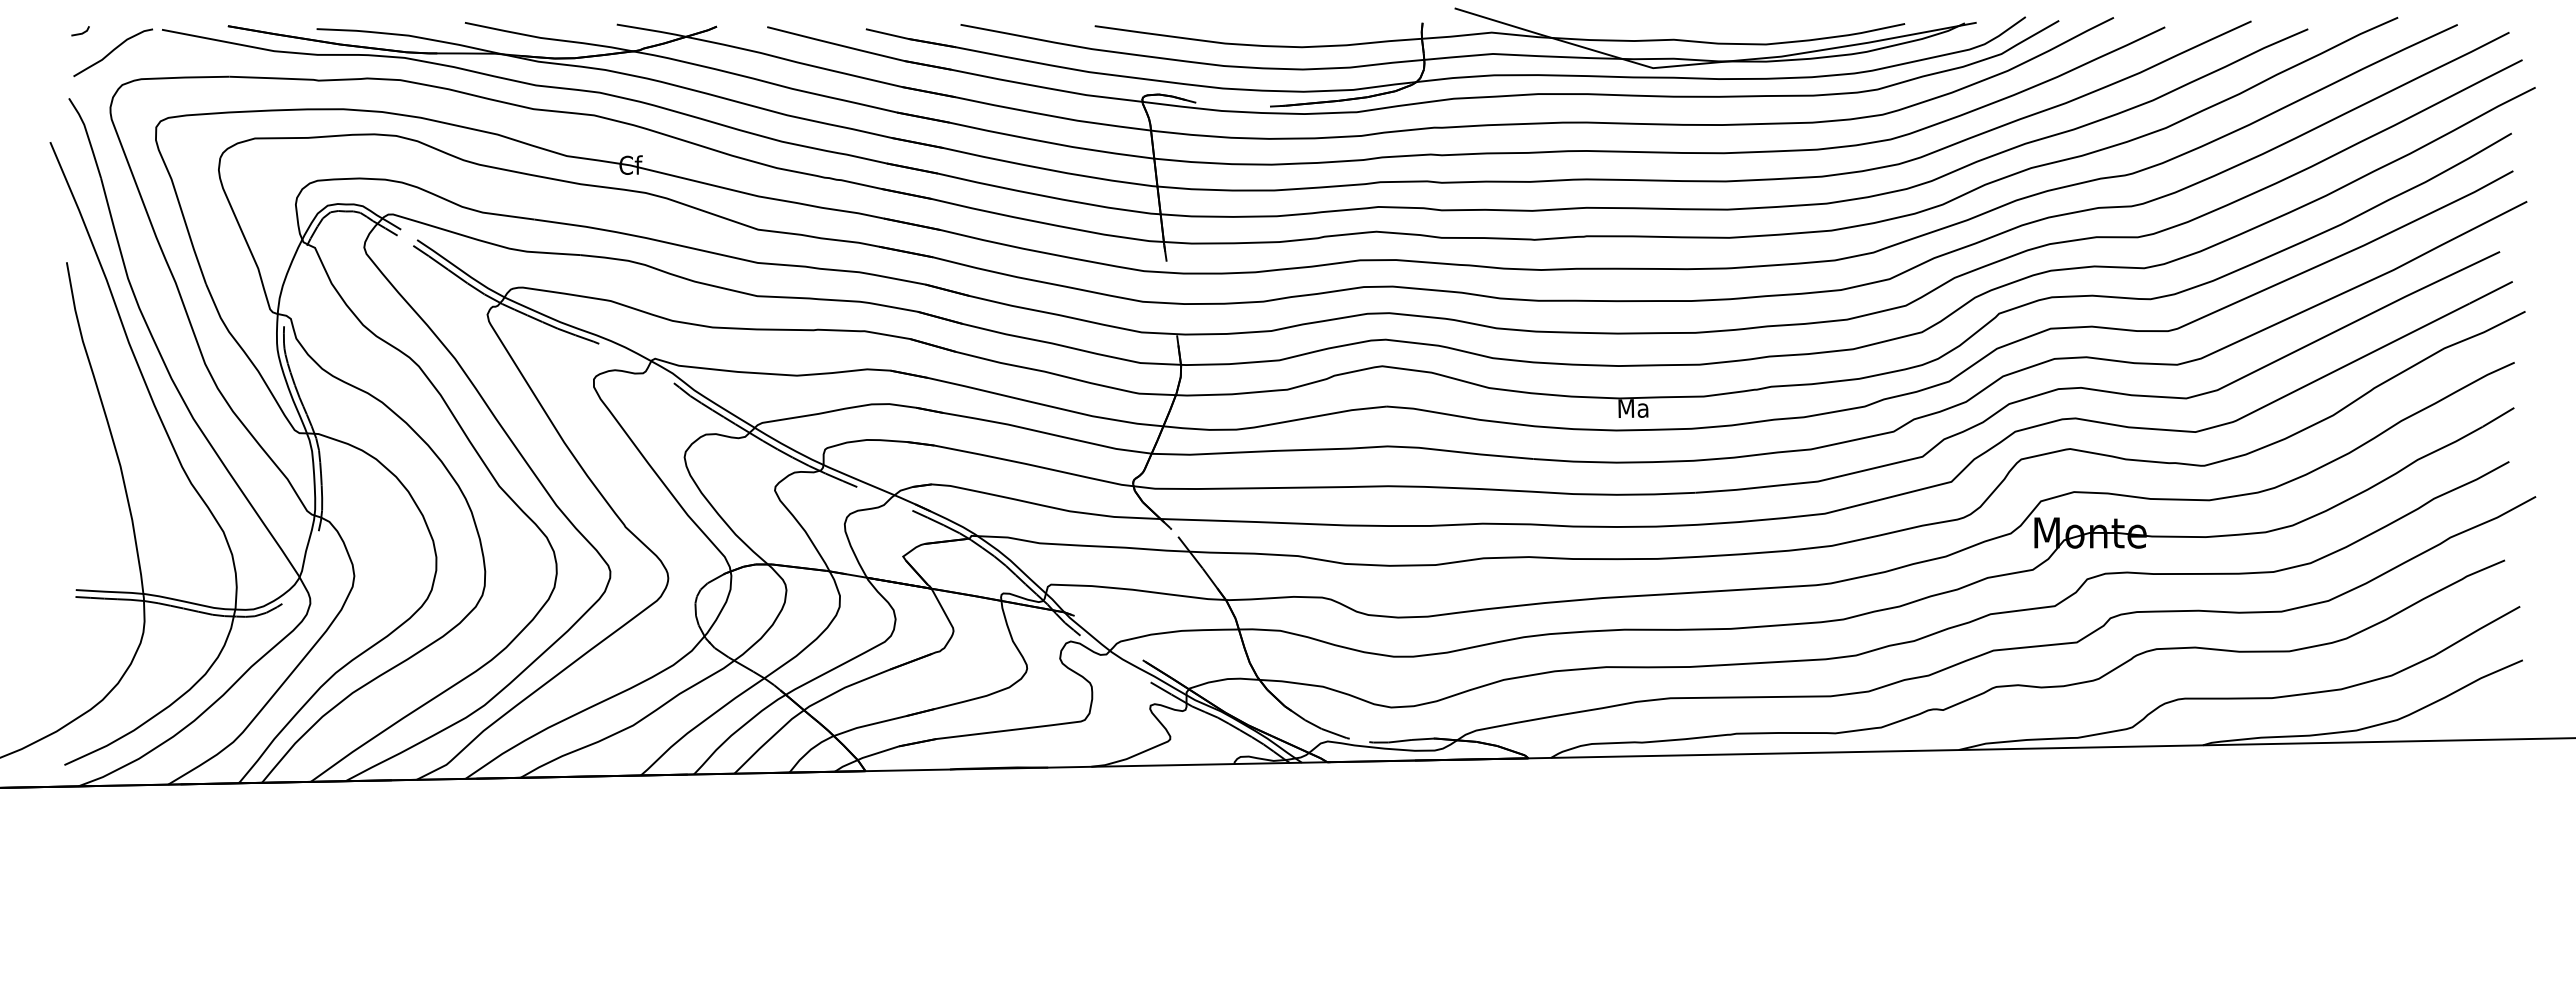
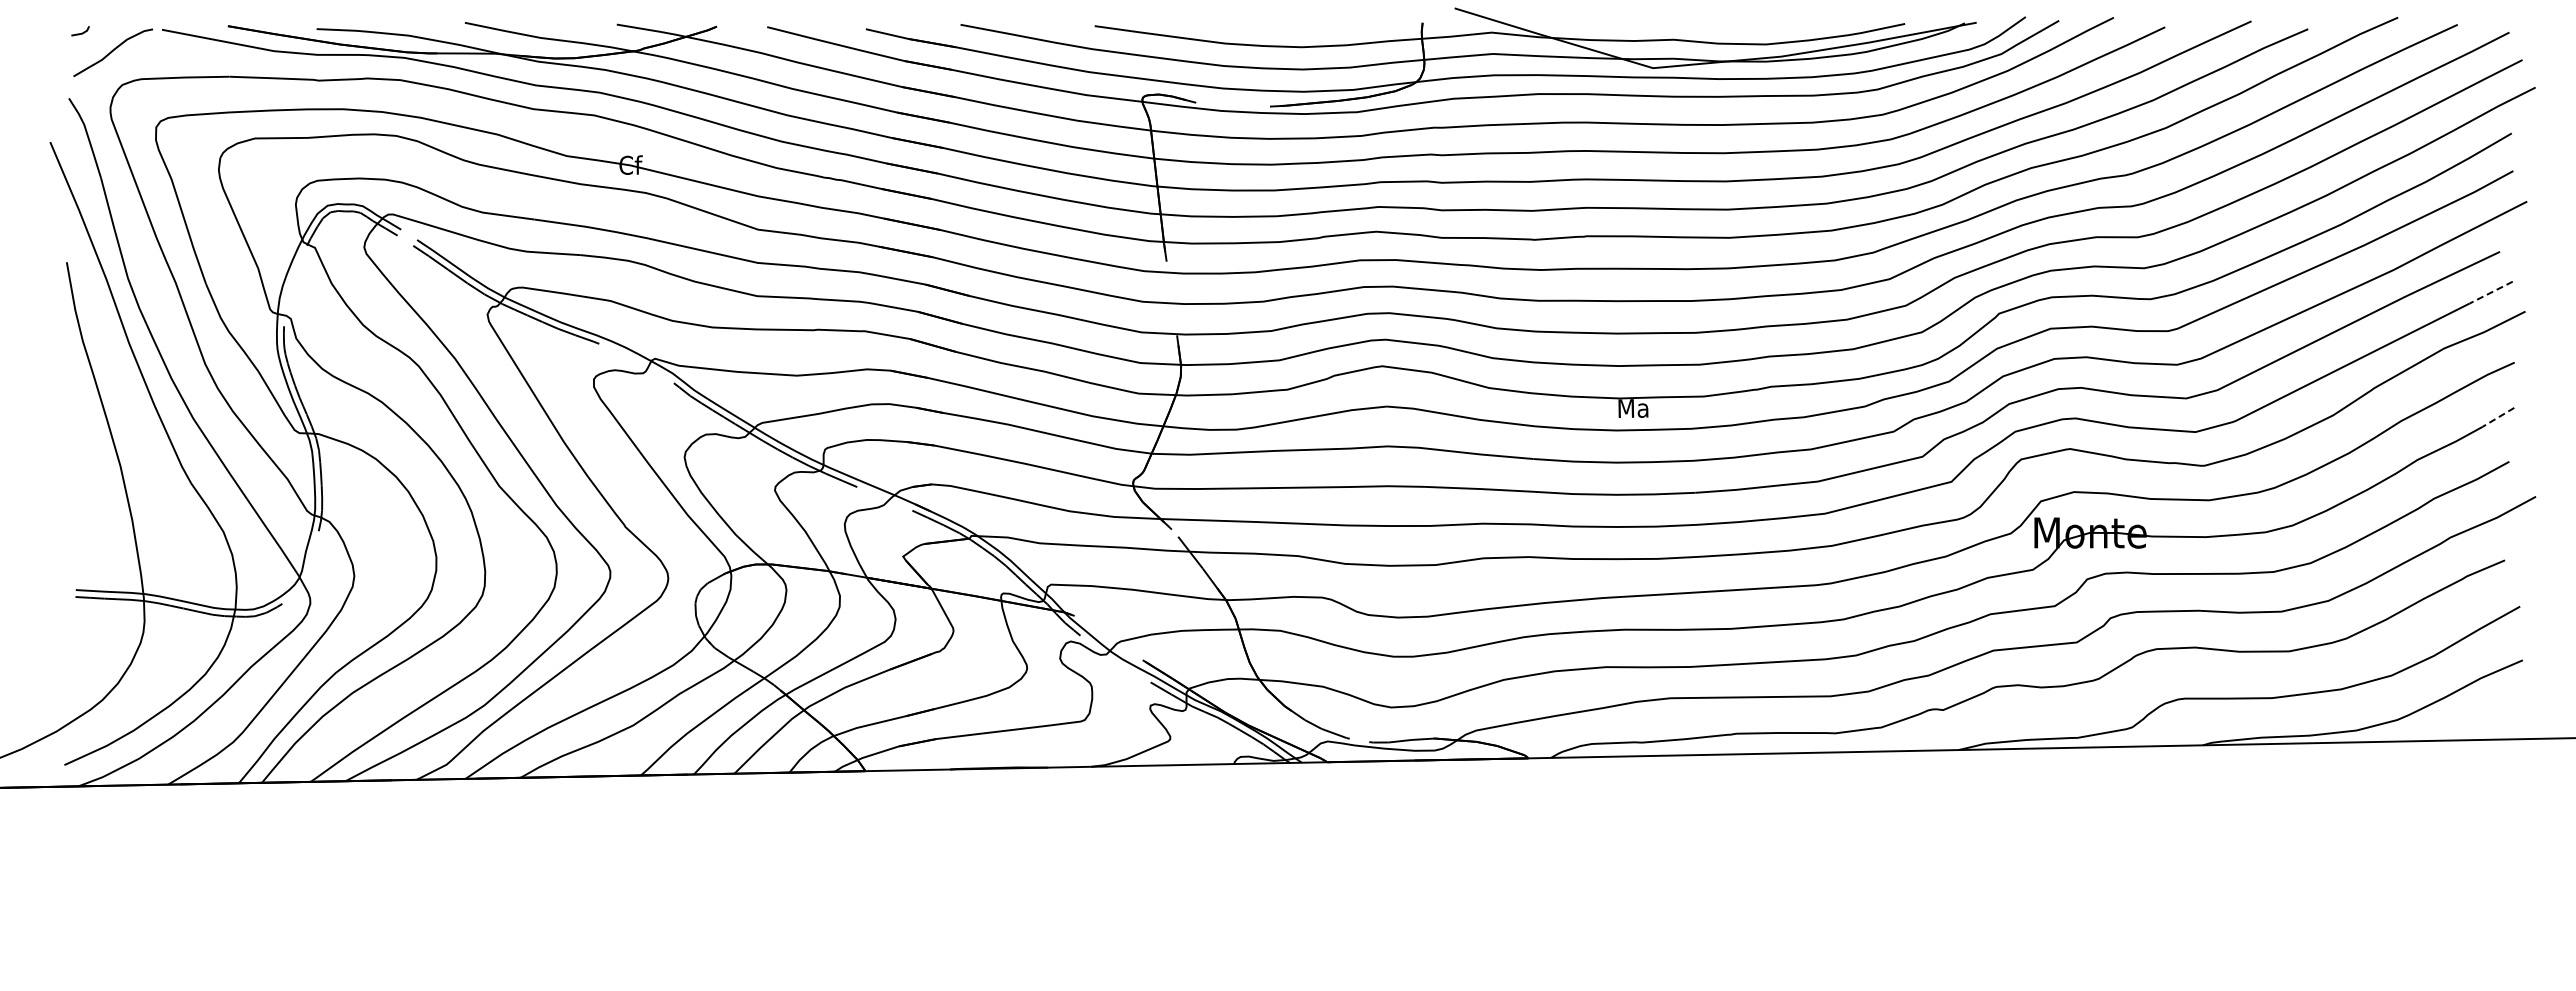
line at (2490, 292): solid -> dashed
line at (2498, 417): solid -> dashed
